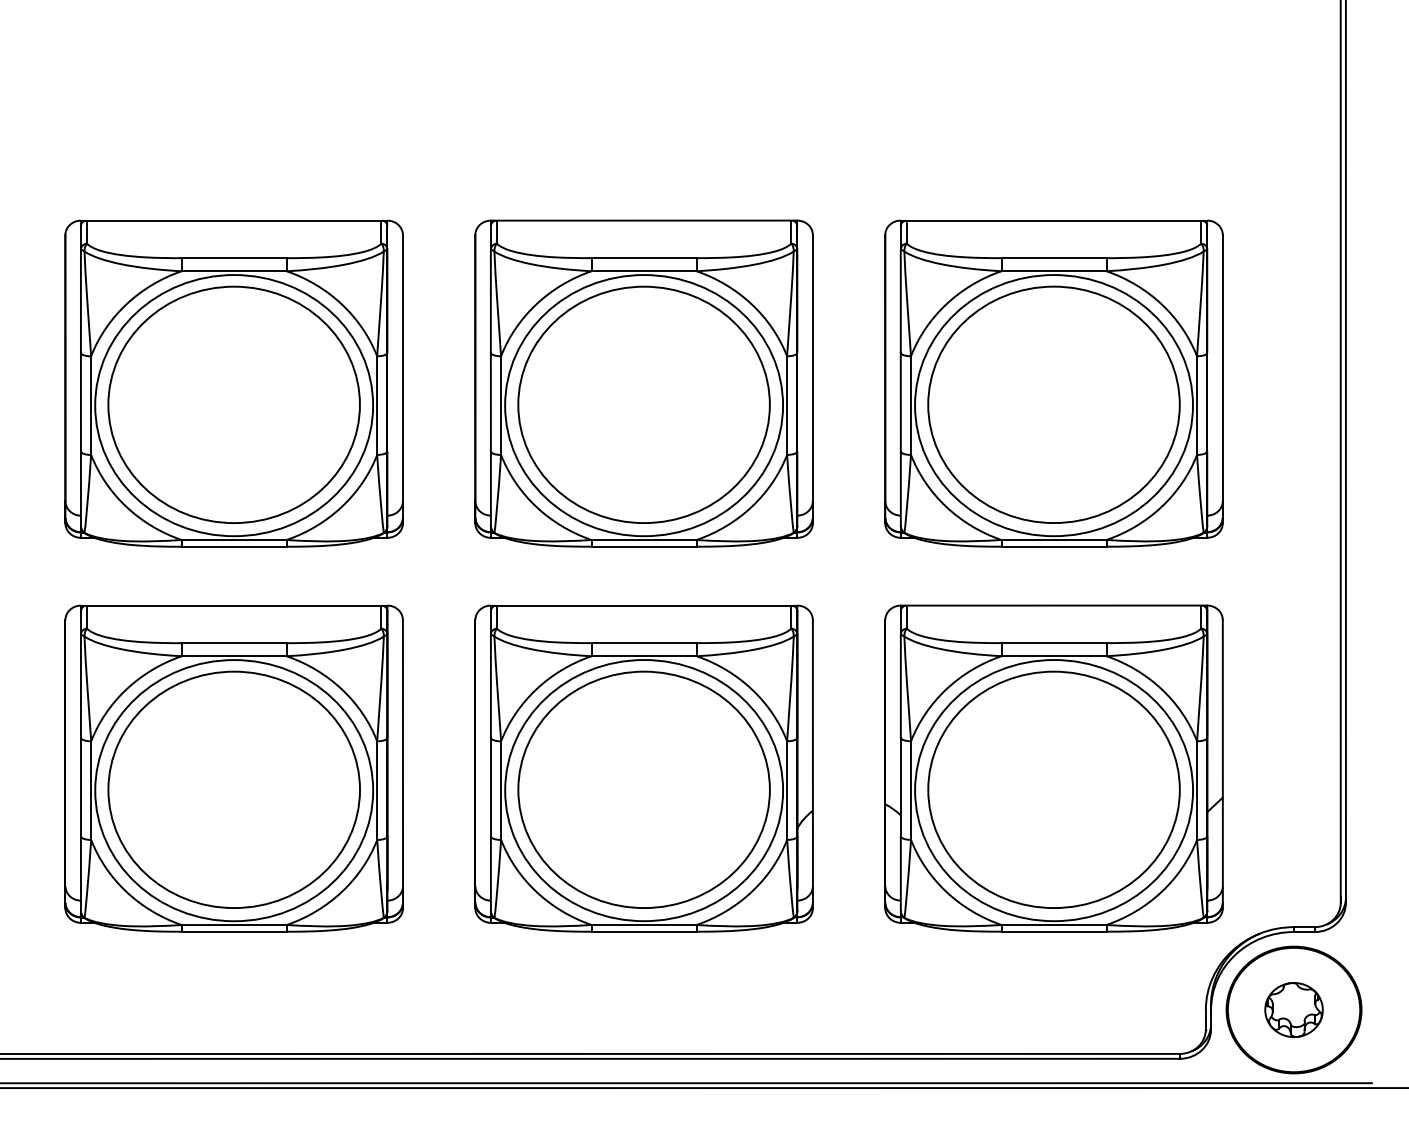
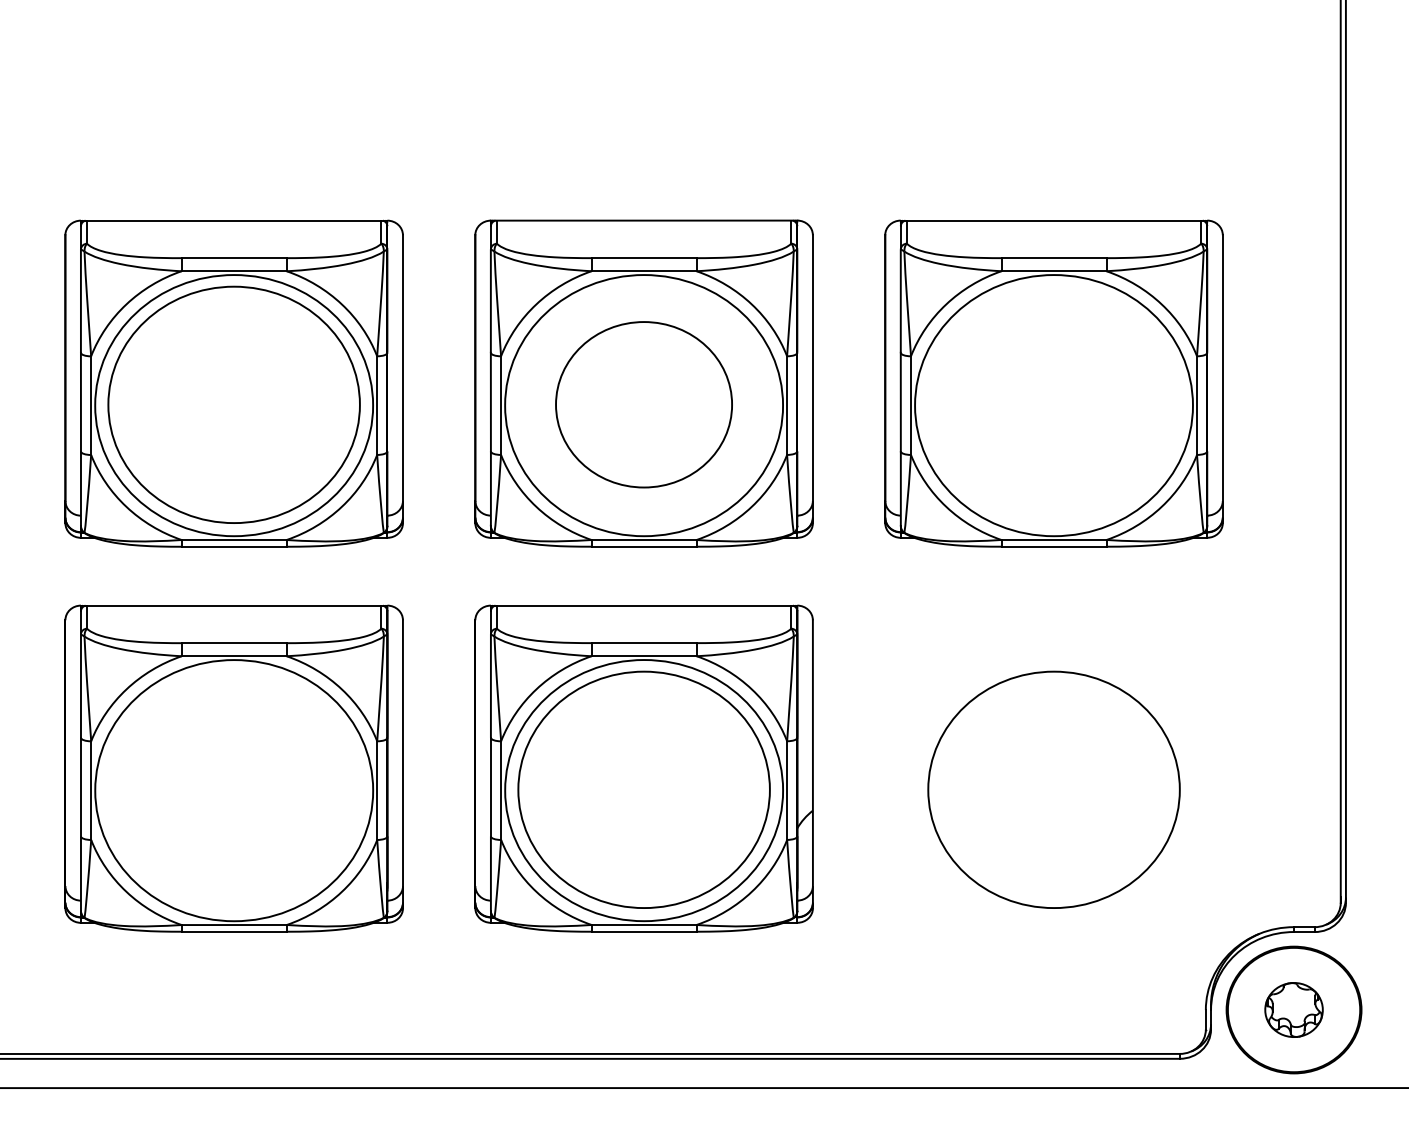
part at (643, 404) size: 254x239 px -> 178x168 px
part at (1053, 404): present -> none
part at (1053, 768): present -> none
part at (233, 789): present -> none
line at (686, 1083): present -> none
